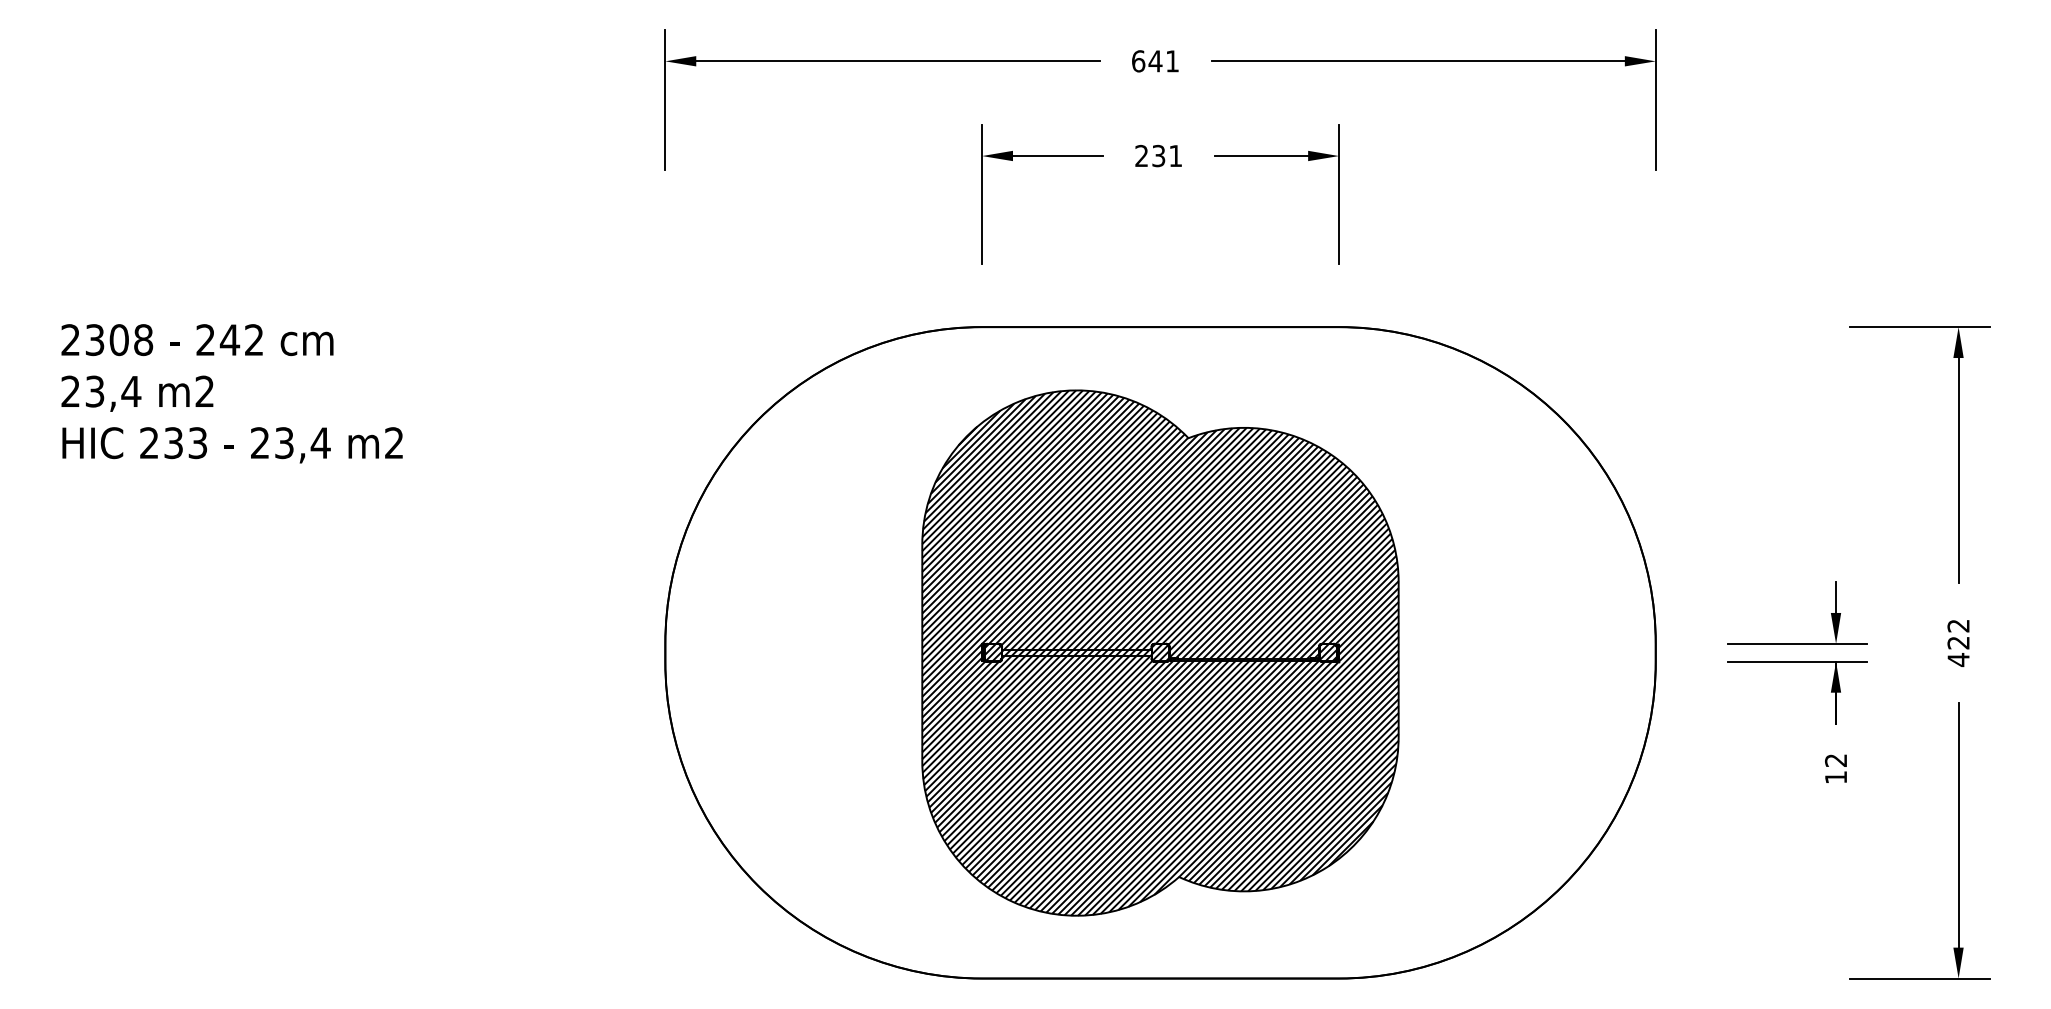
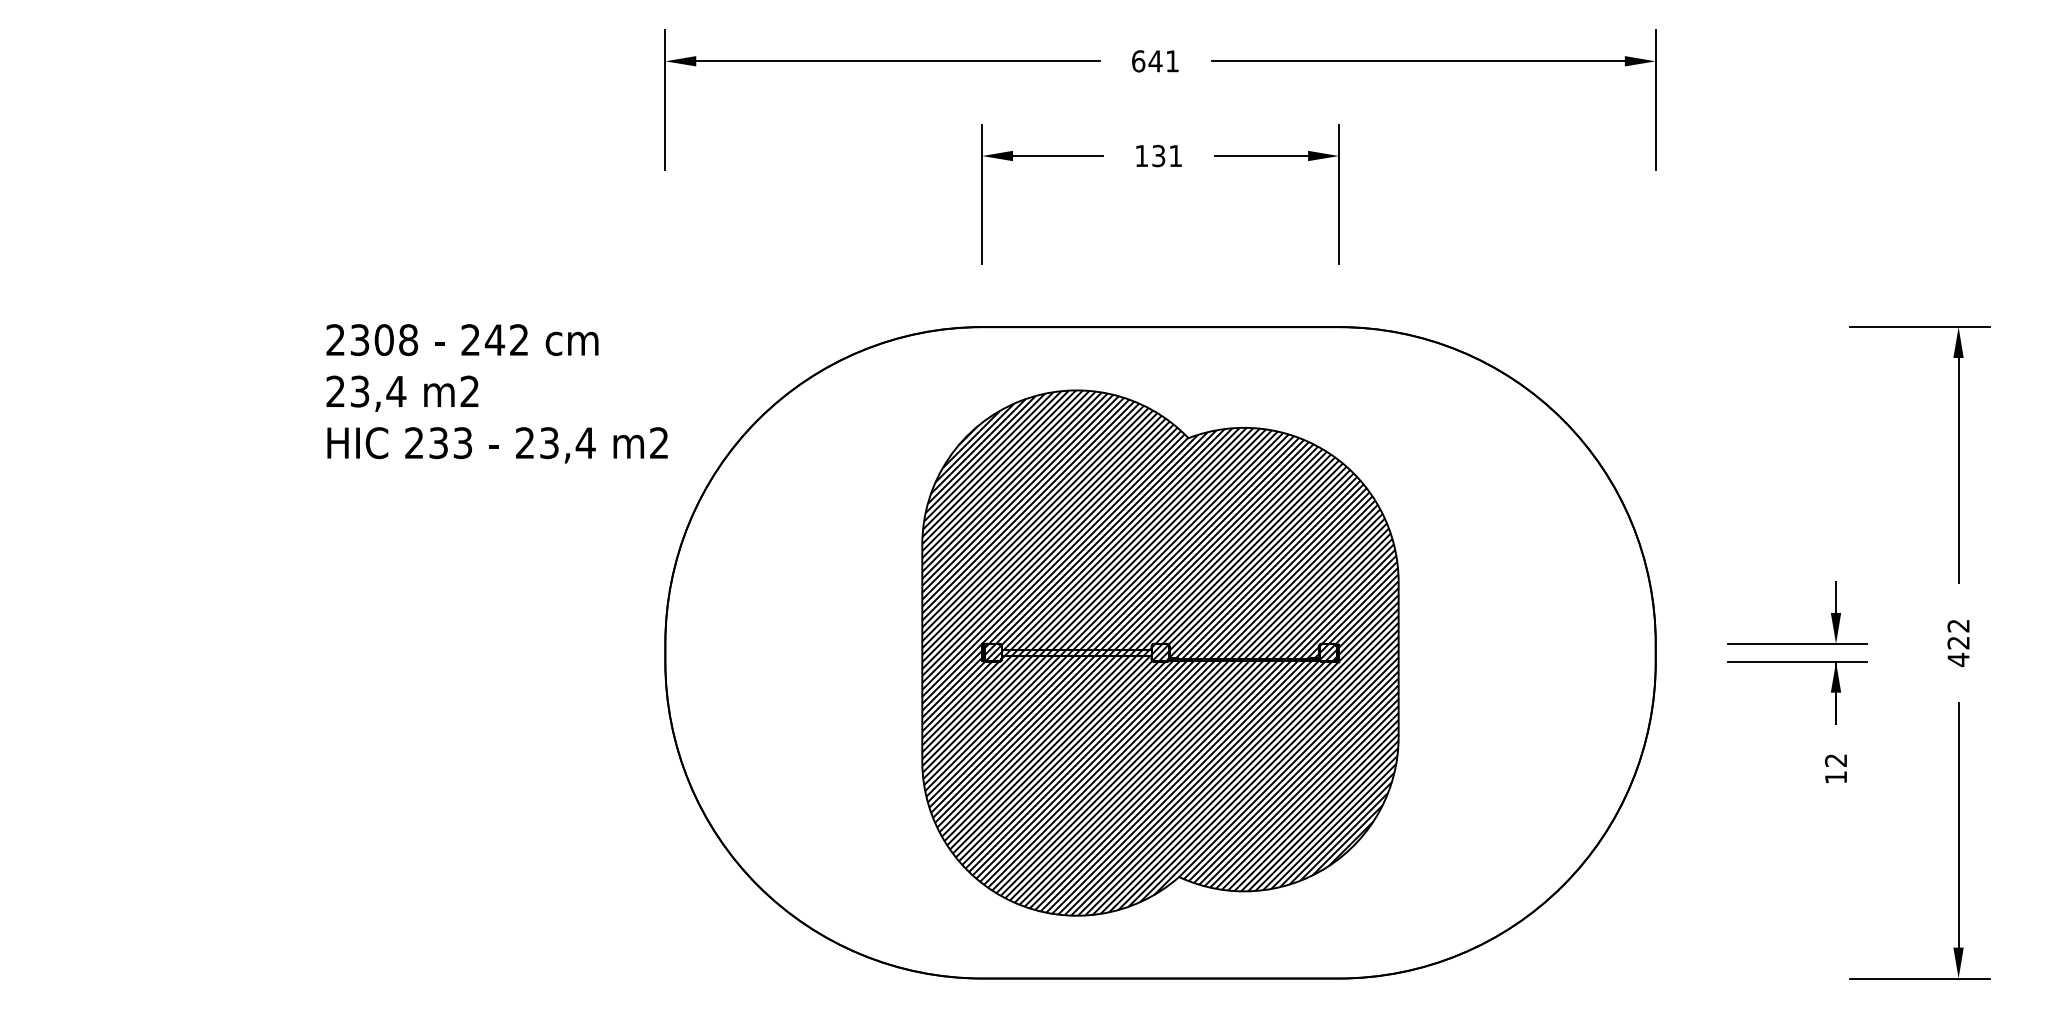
text at (1141, 155): 231 -> 131
text at (231, 393) position: (231, 393) -> (496, 393)
